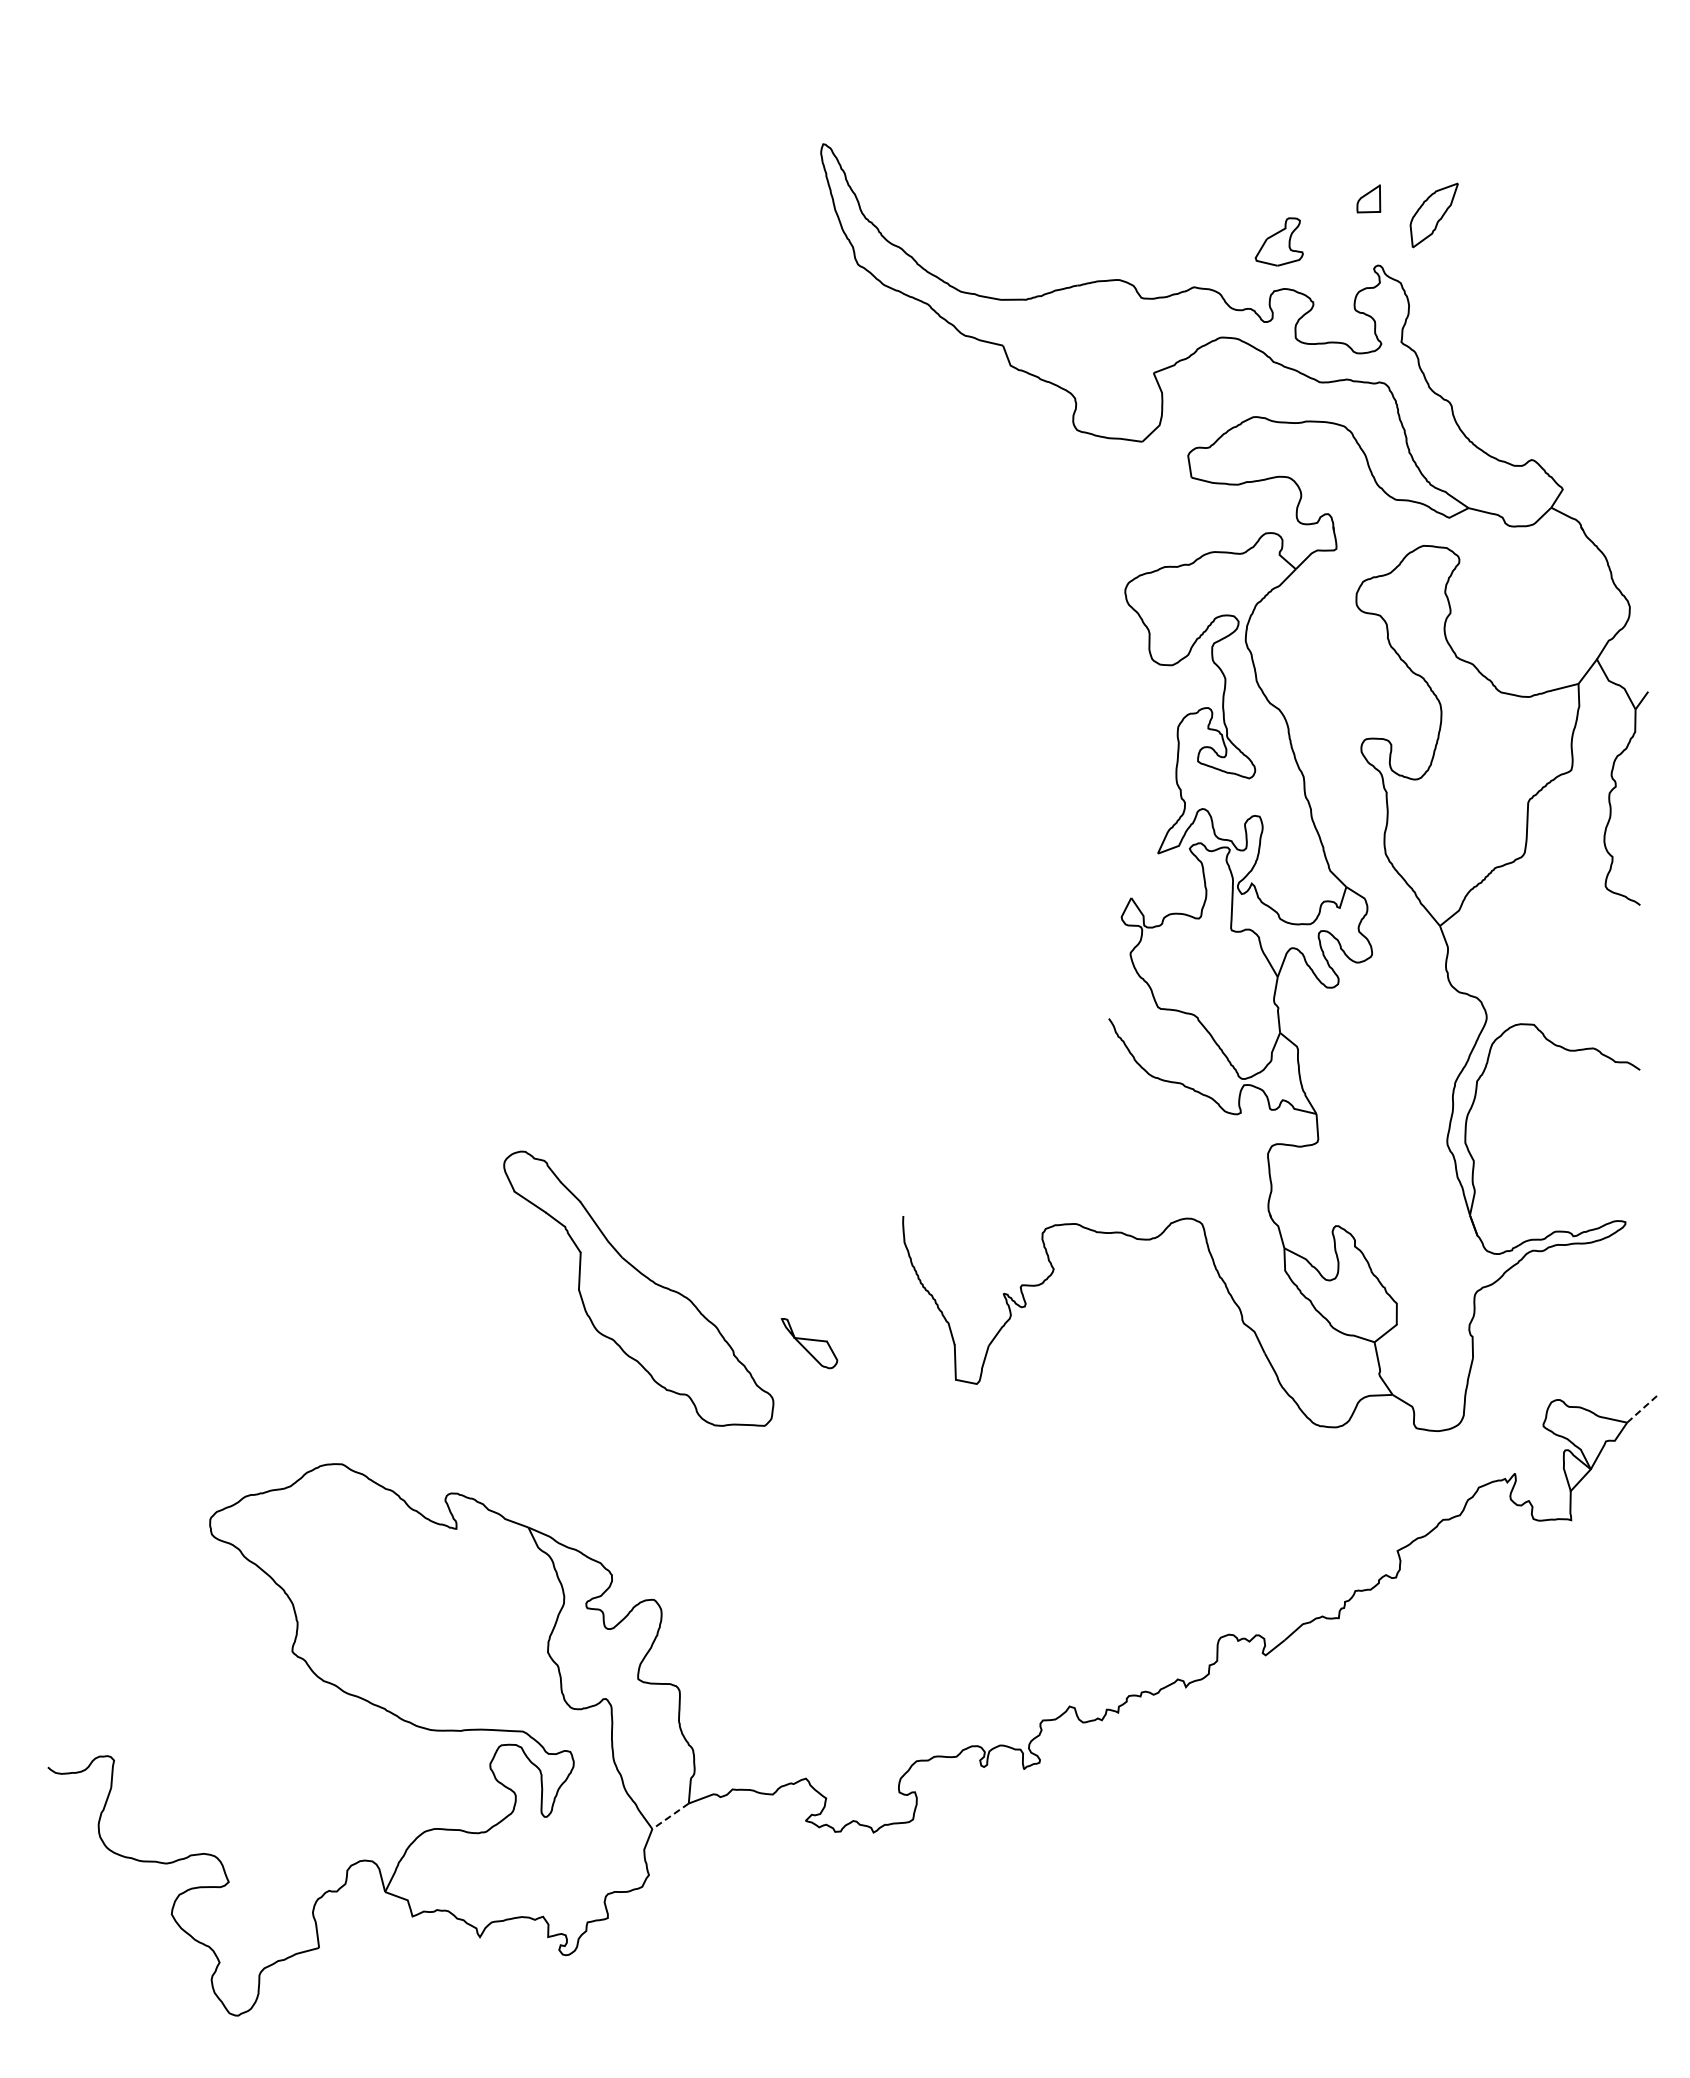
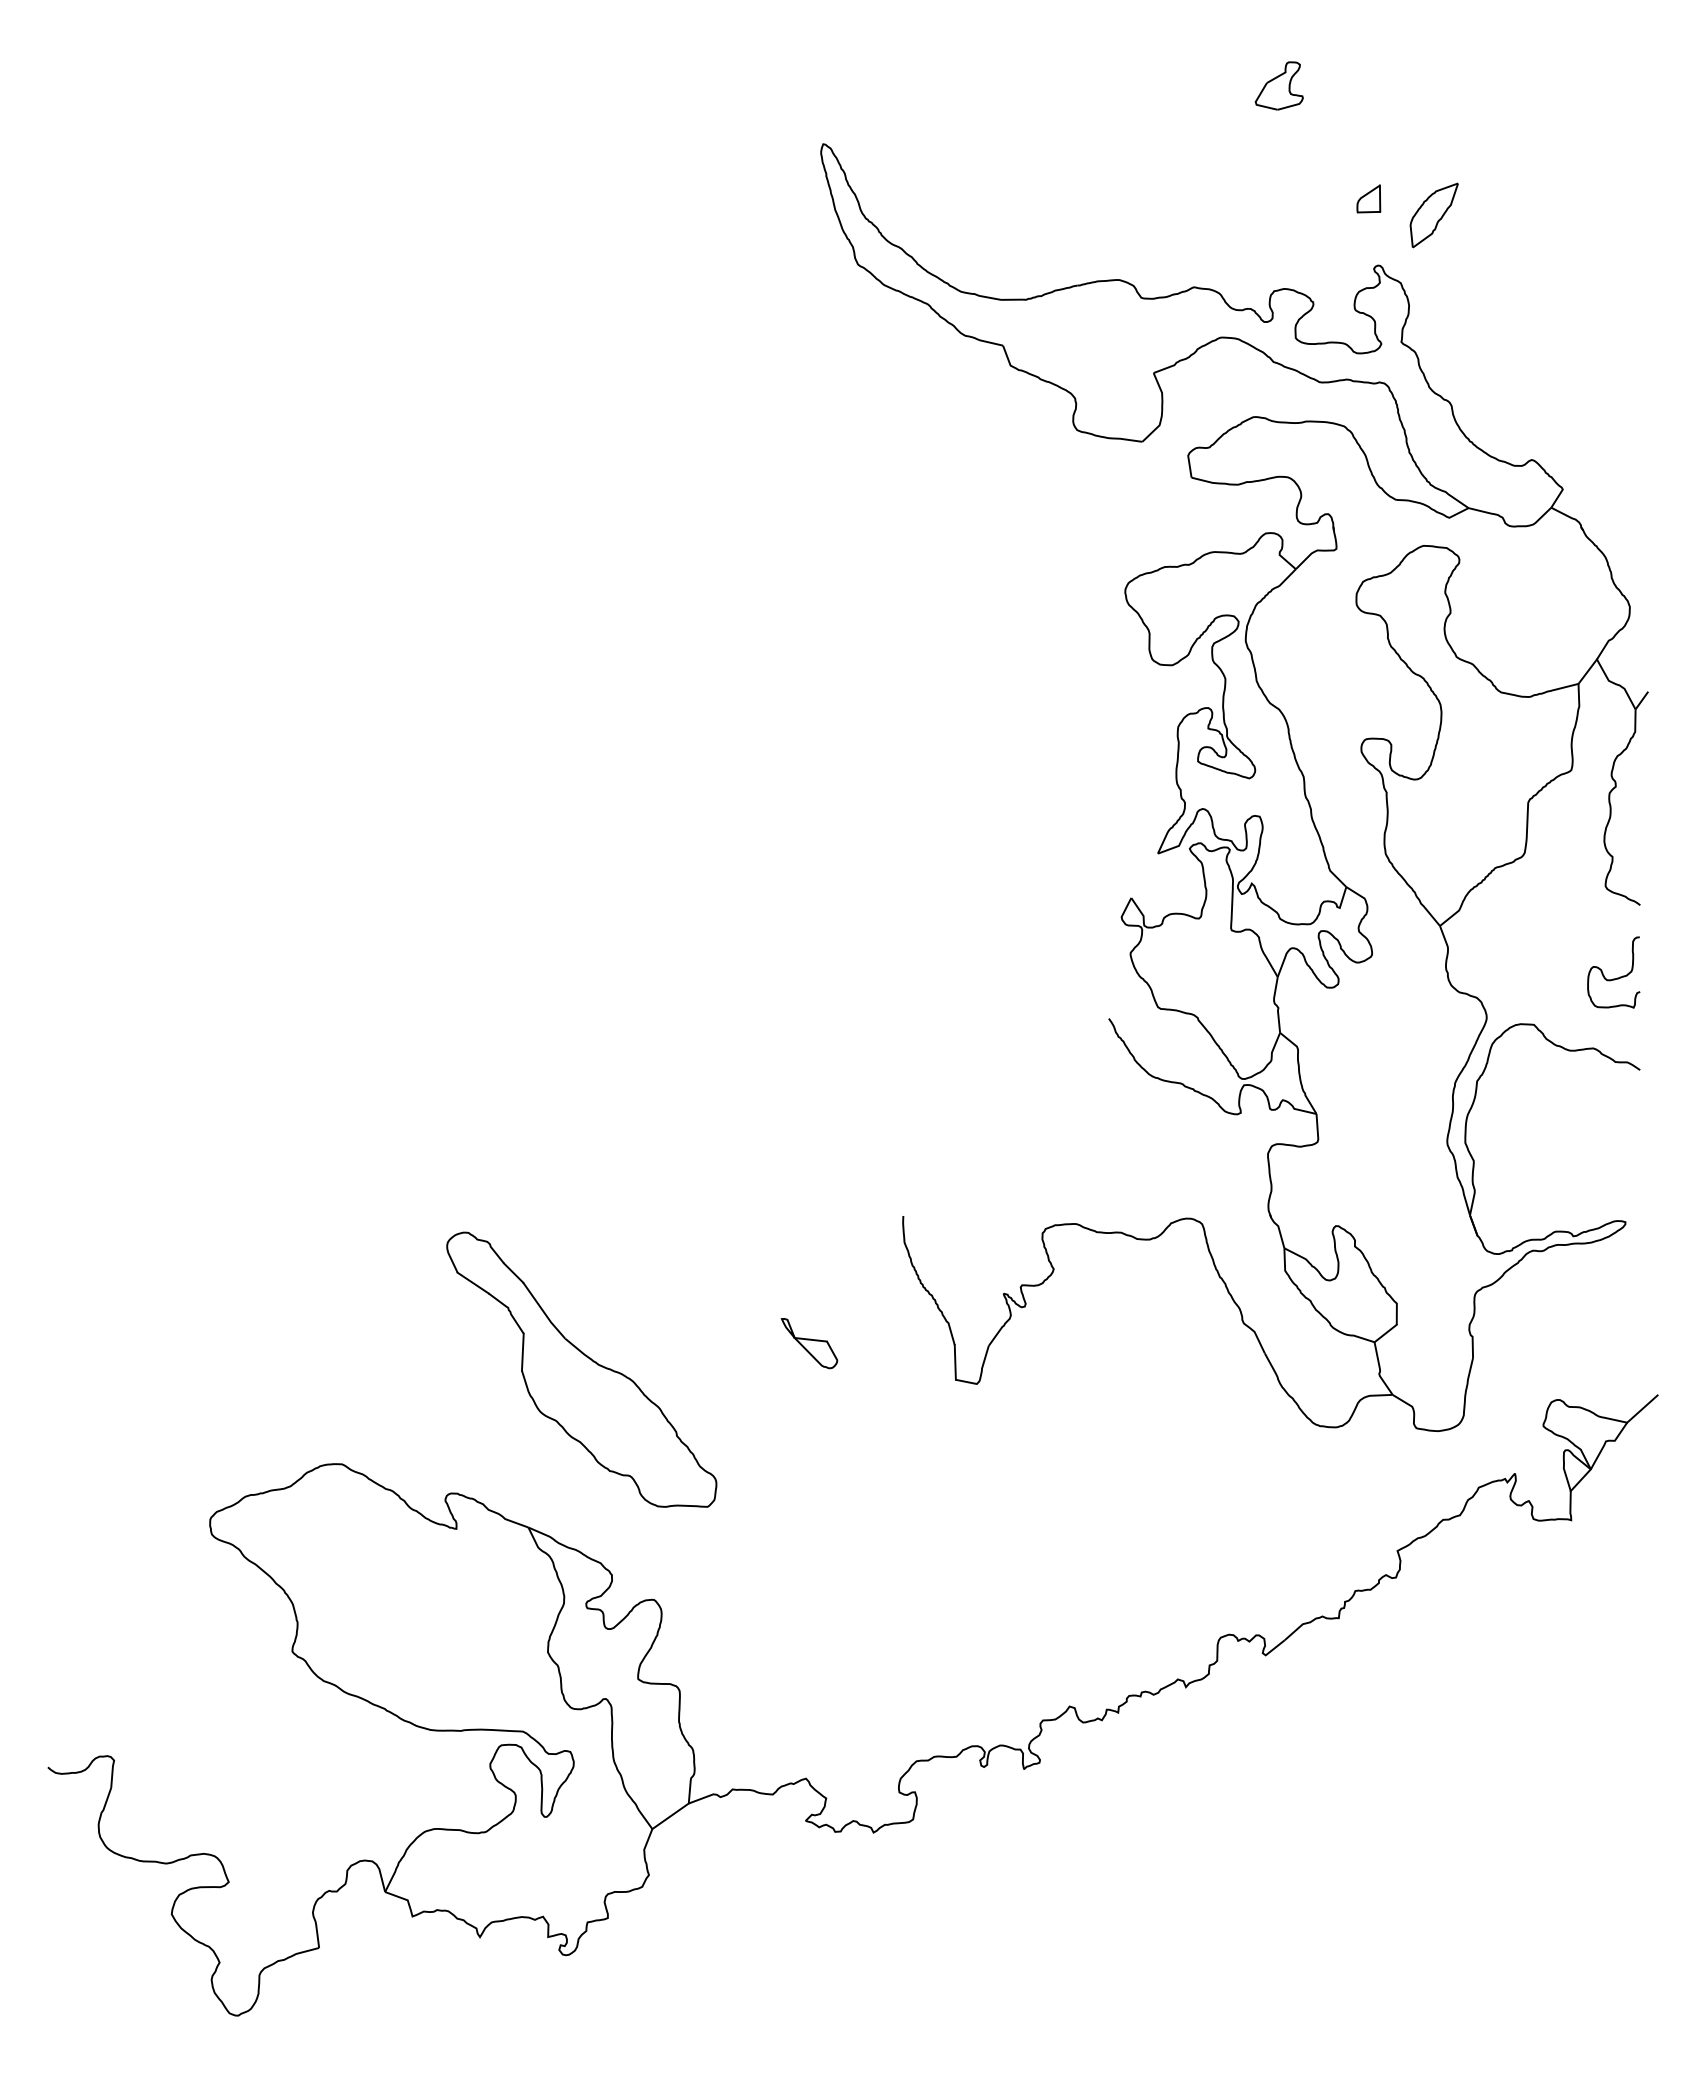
part at (1278, 241) position: (1278, 241) -> (1278, 85)
curve at (1613, 978): none -> present
part at (638, 1288) position: (638, 1288) -> (581, 1369)
line at (1642, 1408): dashed -> solid
line at (670, 1816): dashed -> solid
